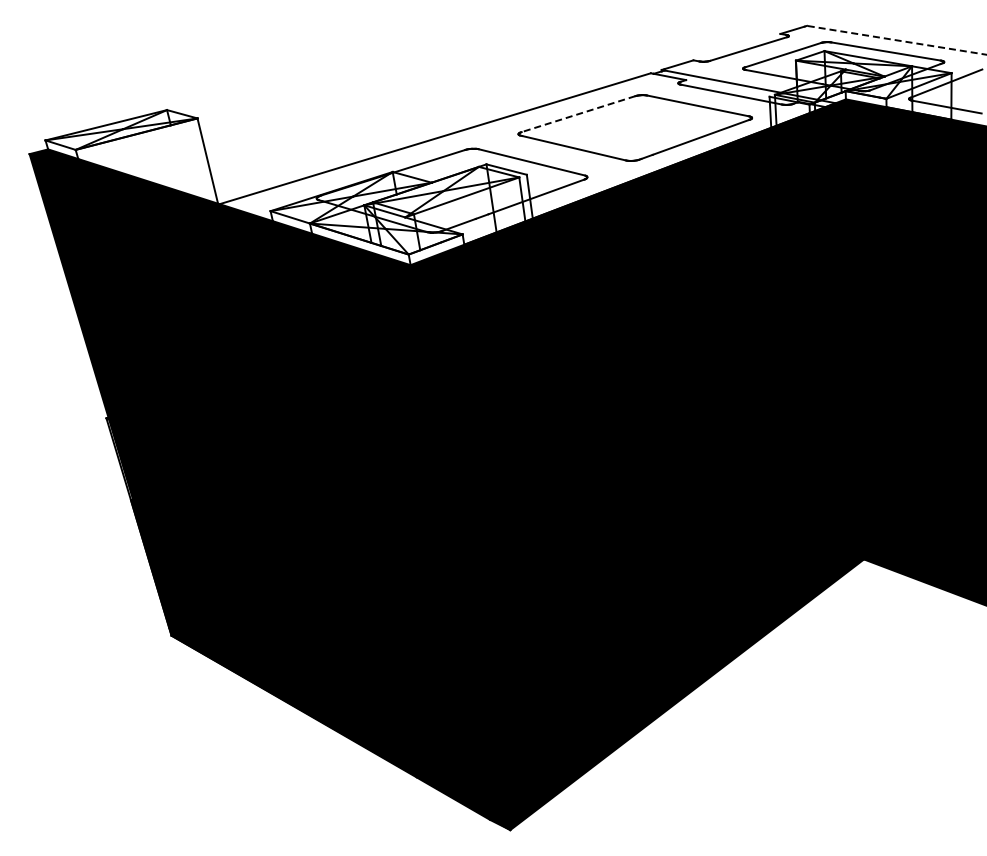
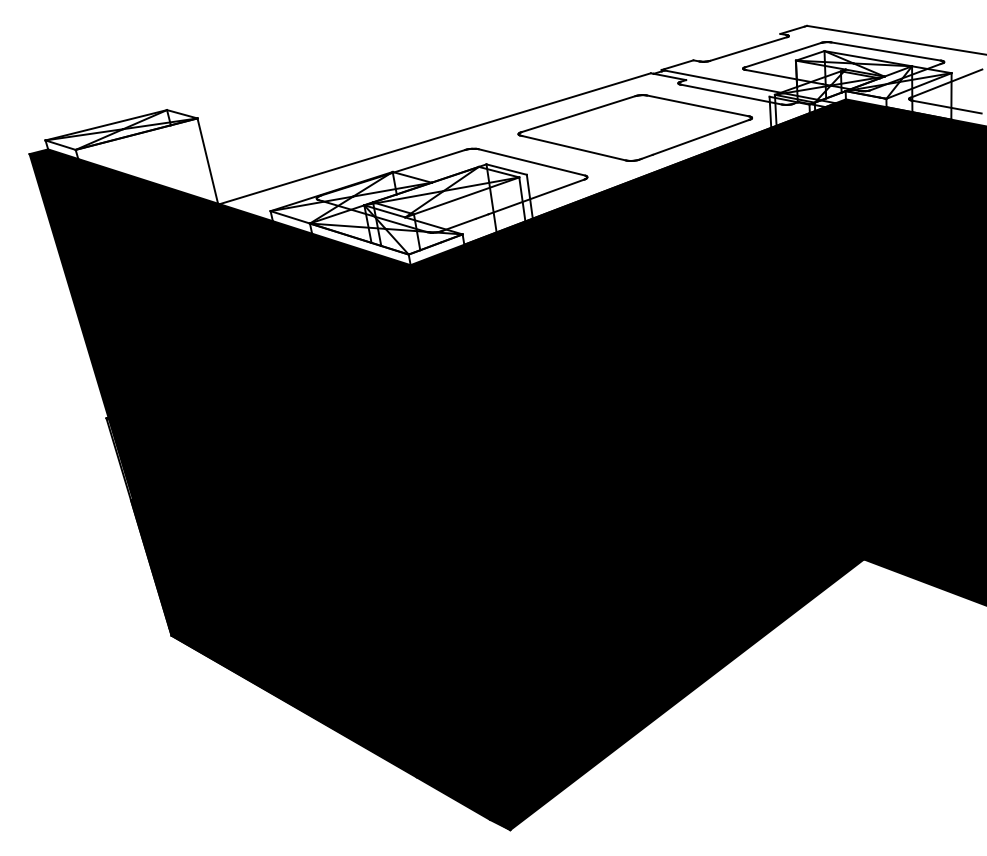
line at (896, 40): dashed -> solid
line at (578, 114): dashed -> solid
